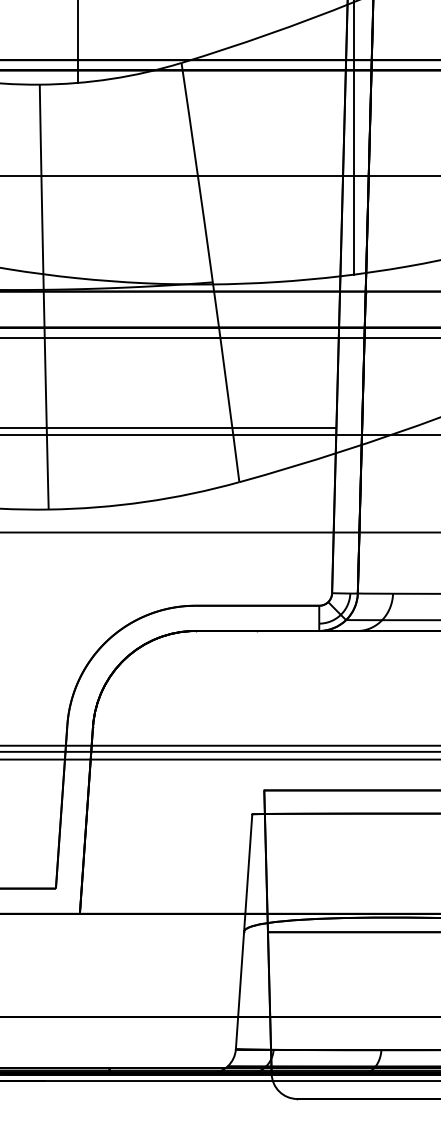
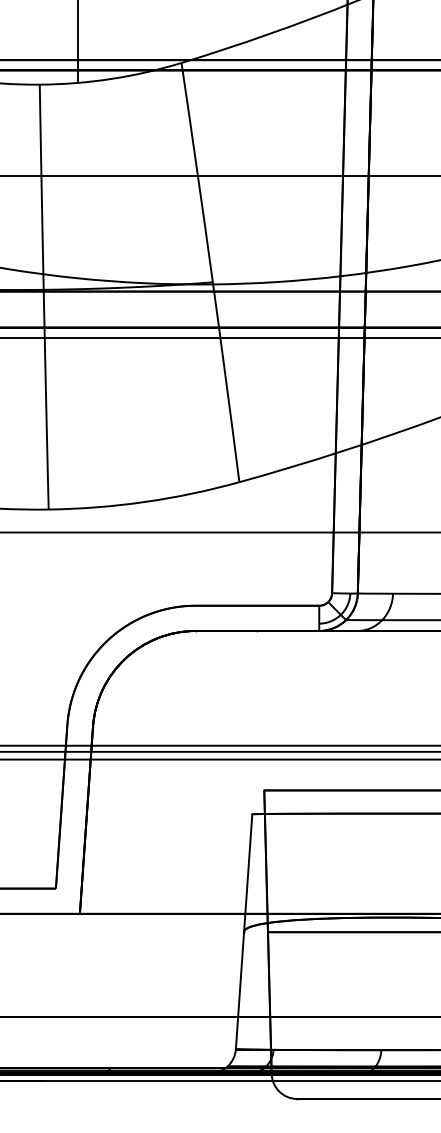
line at (353, 138): present -> none
line at (169, 427): present -> none
line at (219, 435): present -> none
